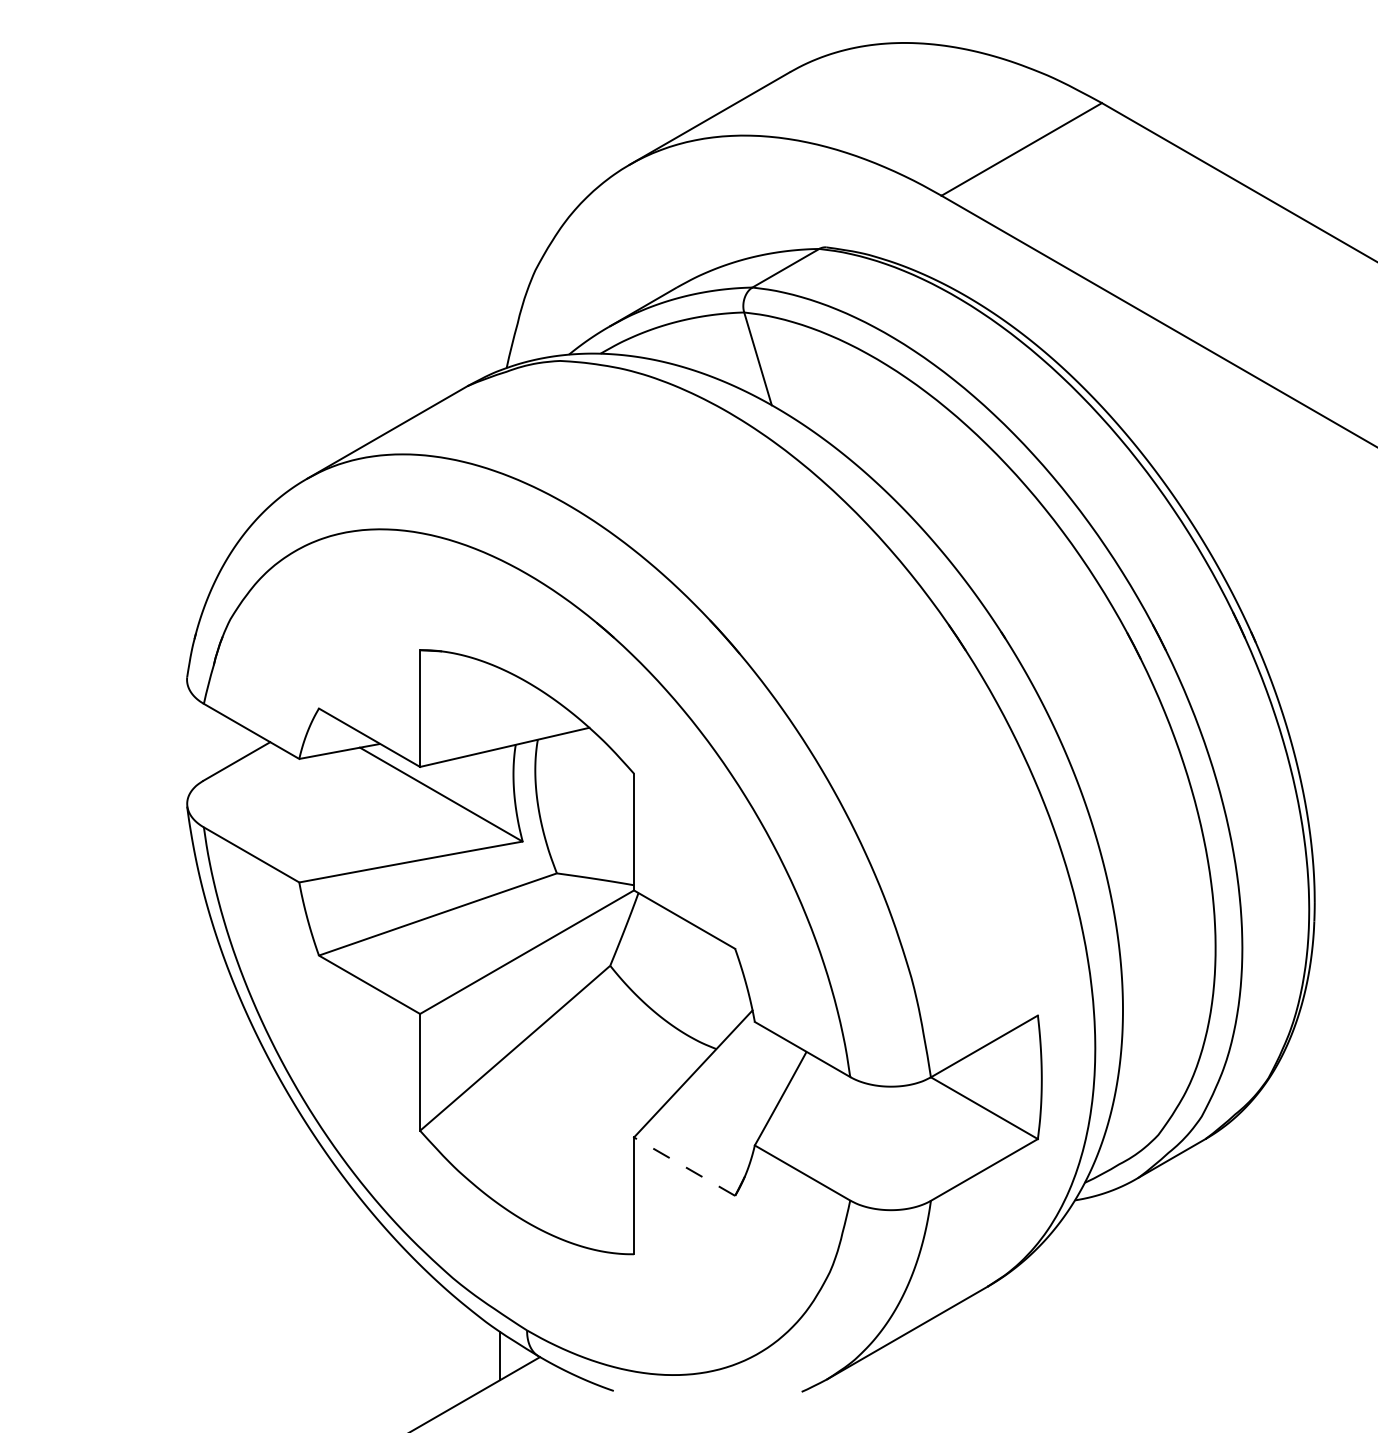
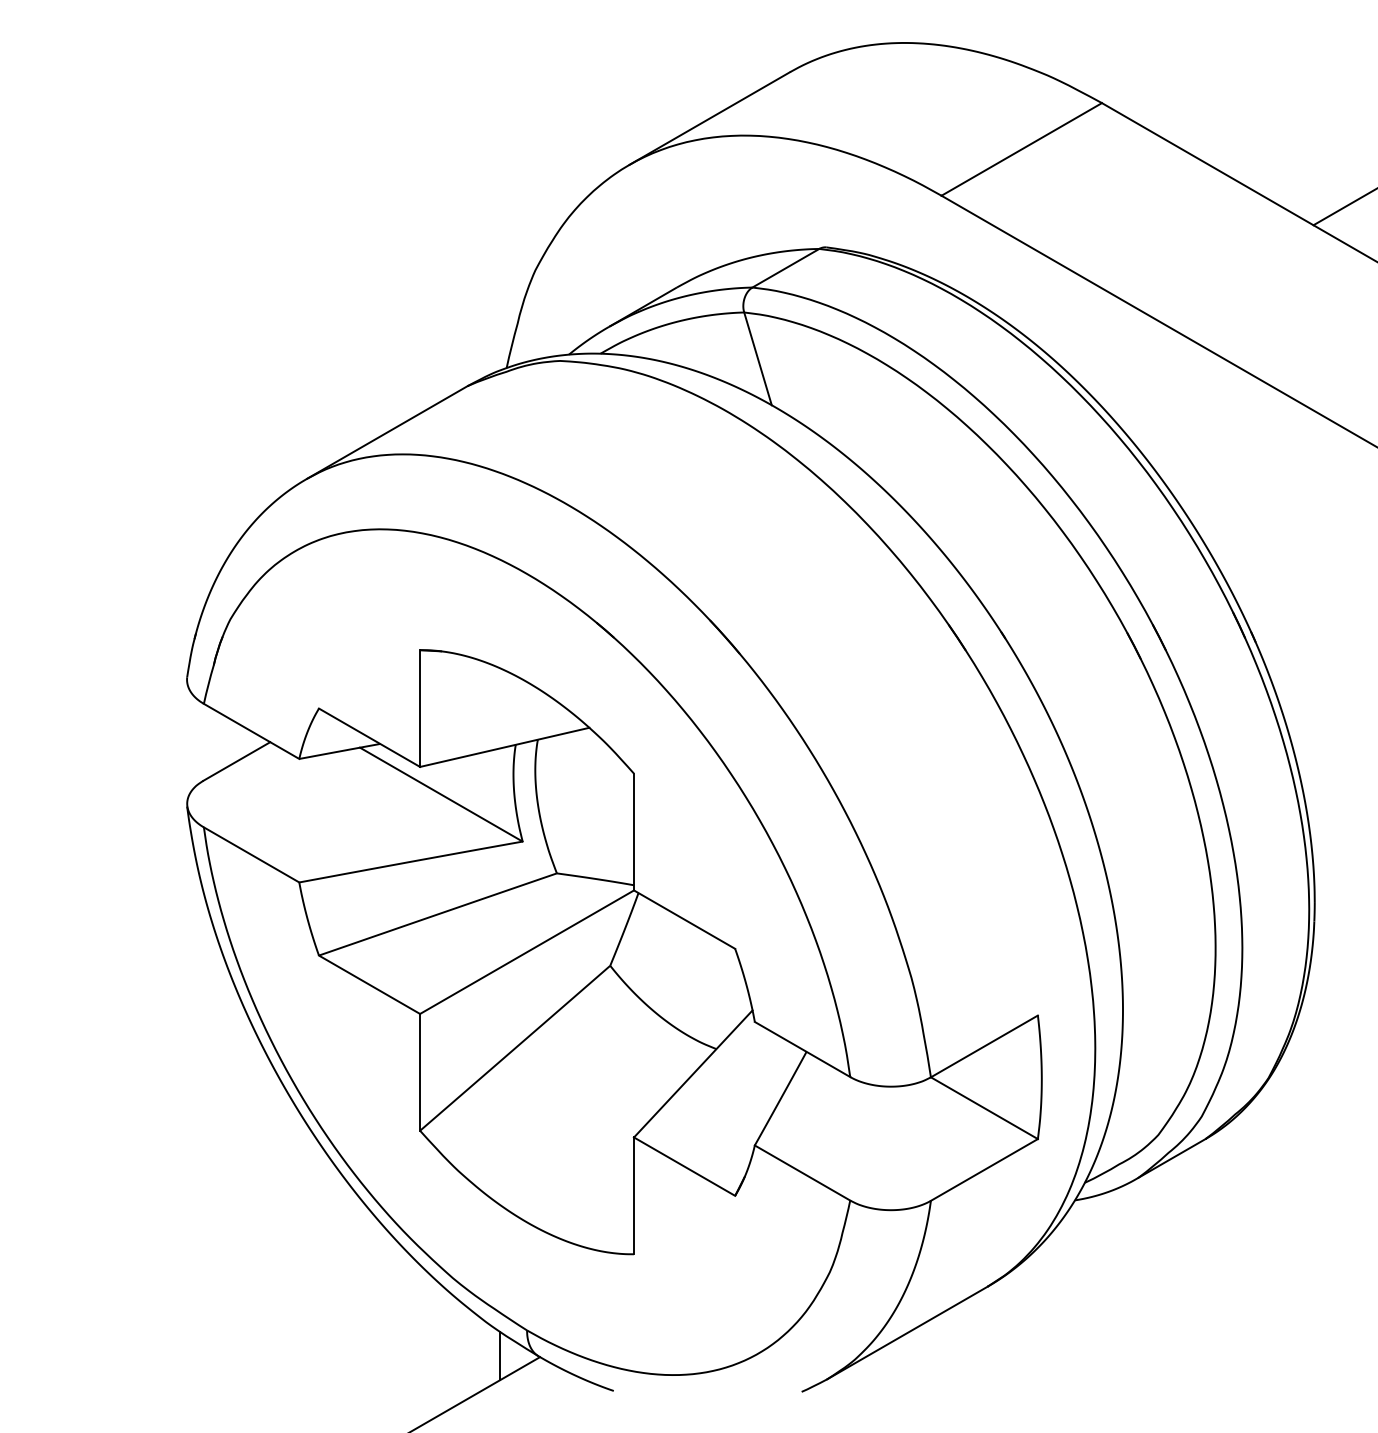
line at (1343, 207): none -> present
line at (684, 1166): dashed -> solid
